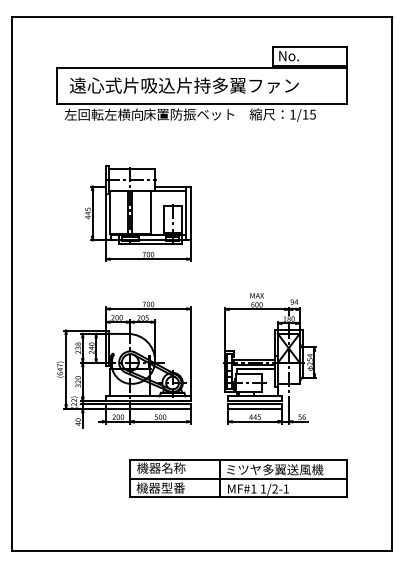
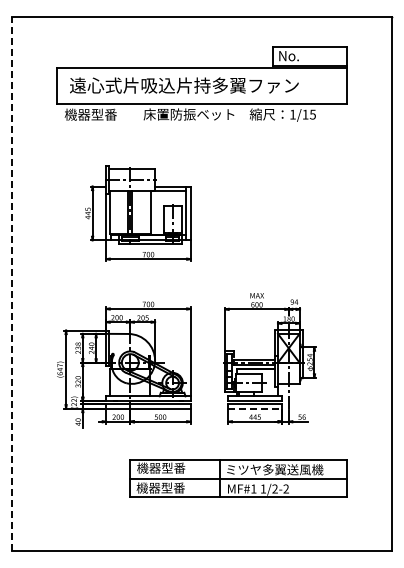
text at (103, 114): 左回転左横向 -> 機器型番
line at (11, 284): solid -> dashed
line at (255, 408): solid -> dashed
text at (173, 467): 機器名称 -> 機器型番
text at (285, 488): 1/2-1 -> 1/2-2
